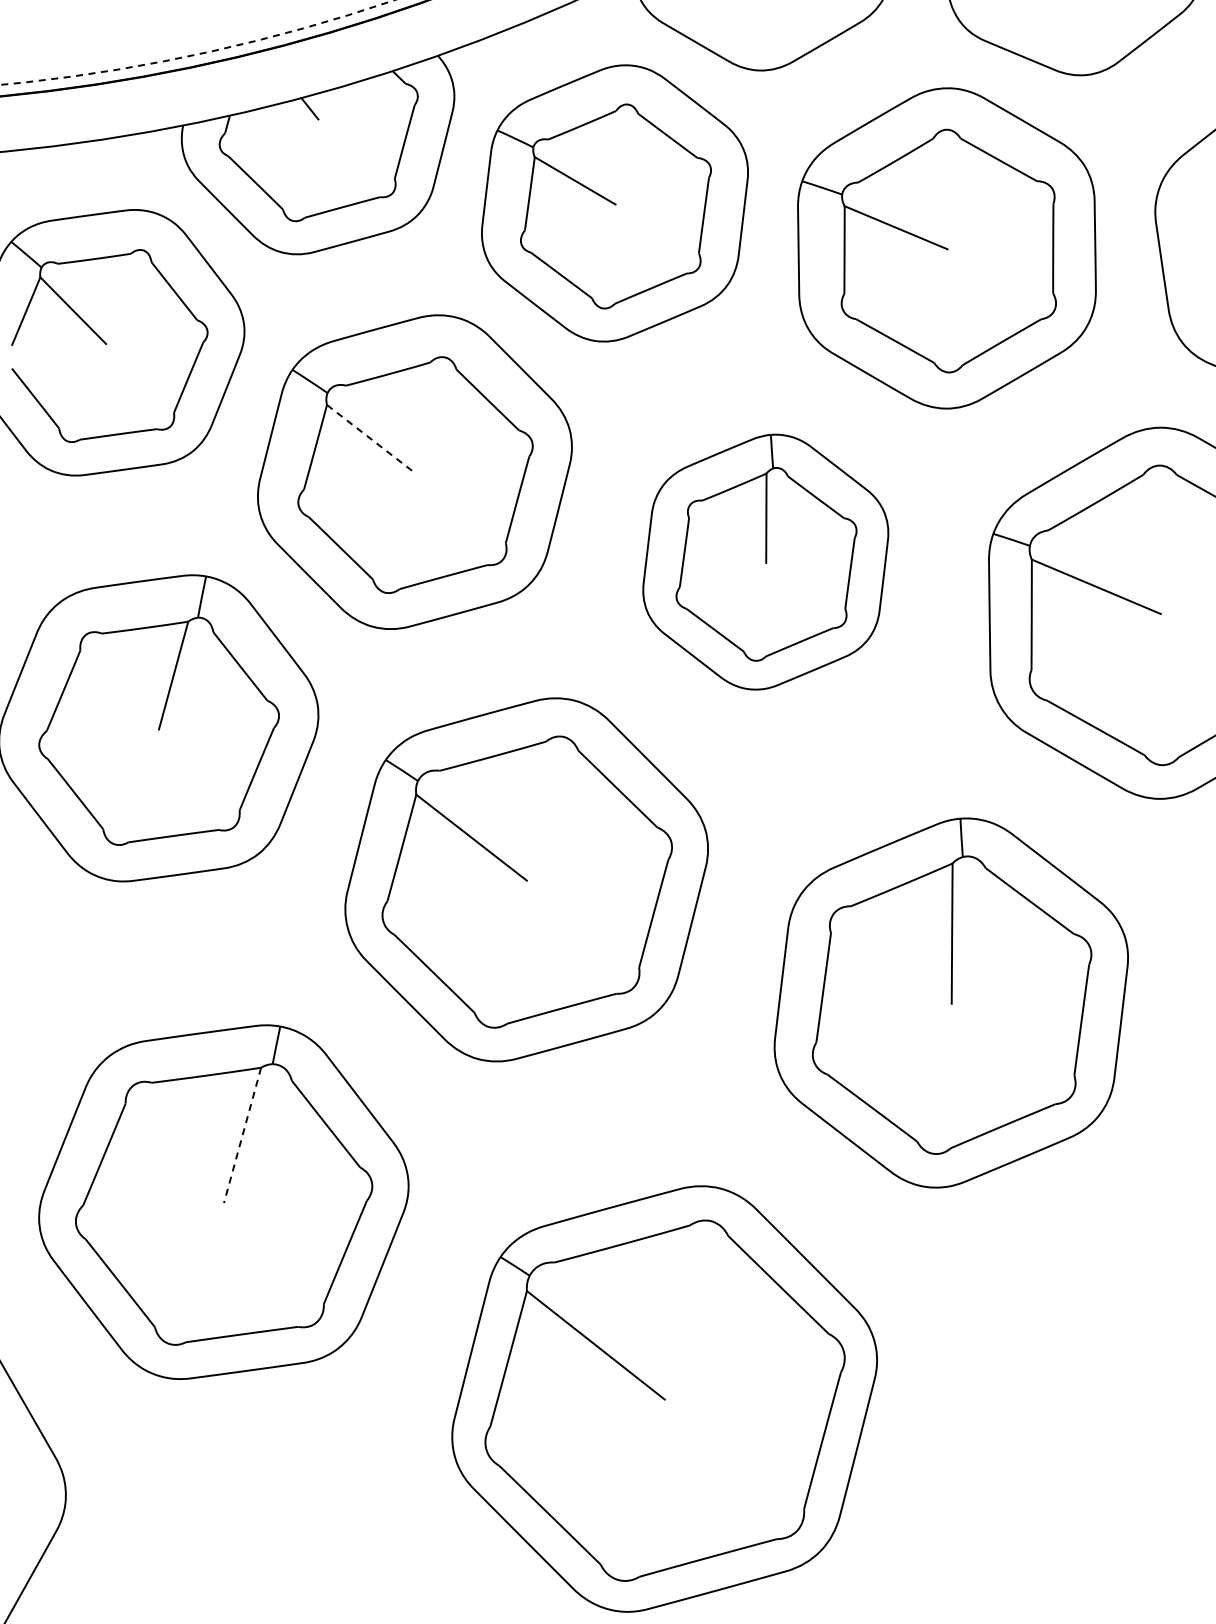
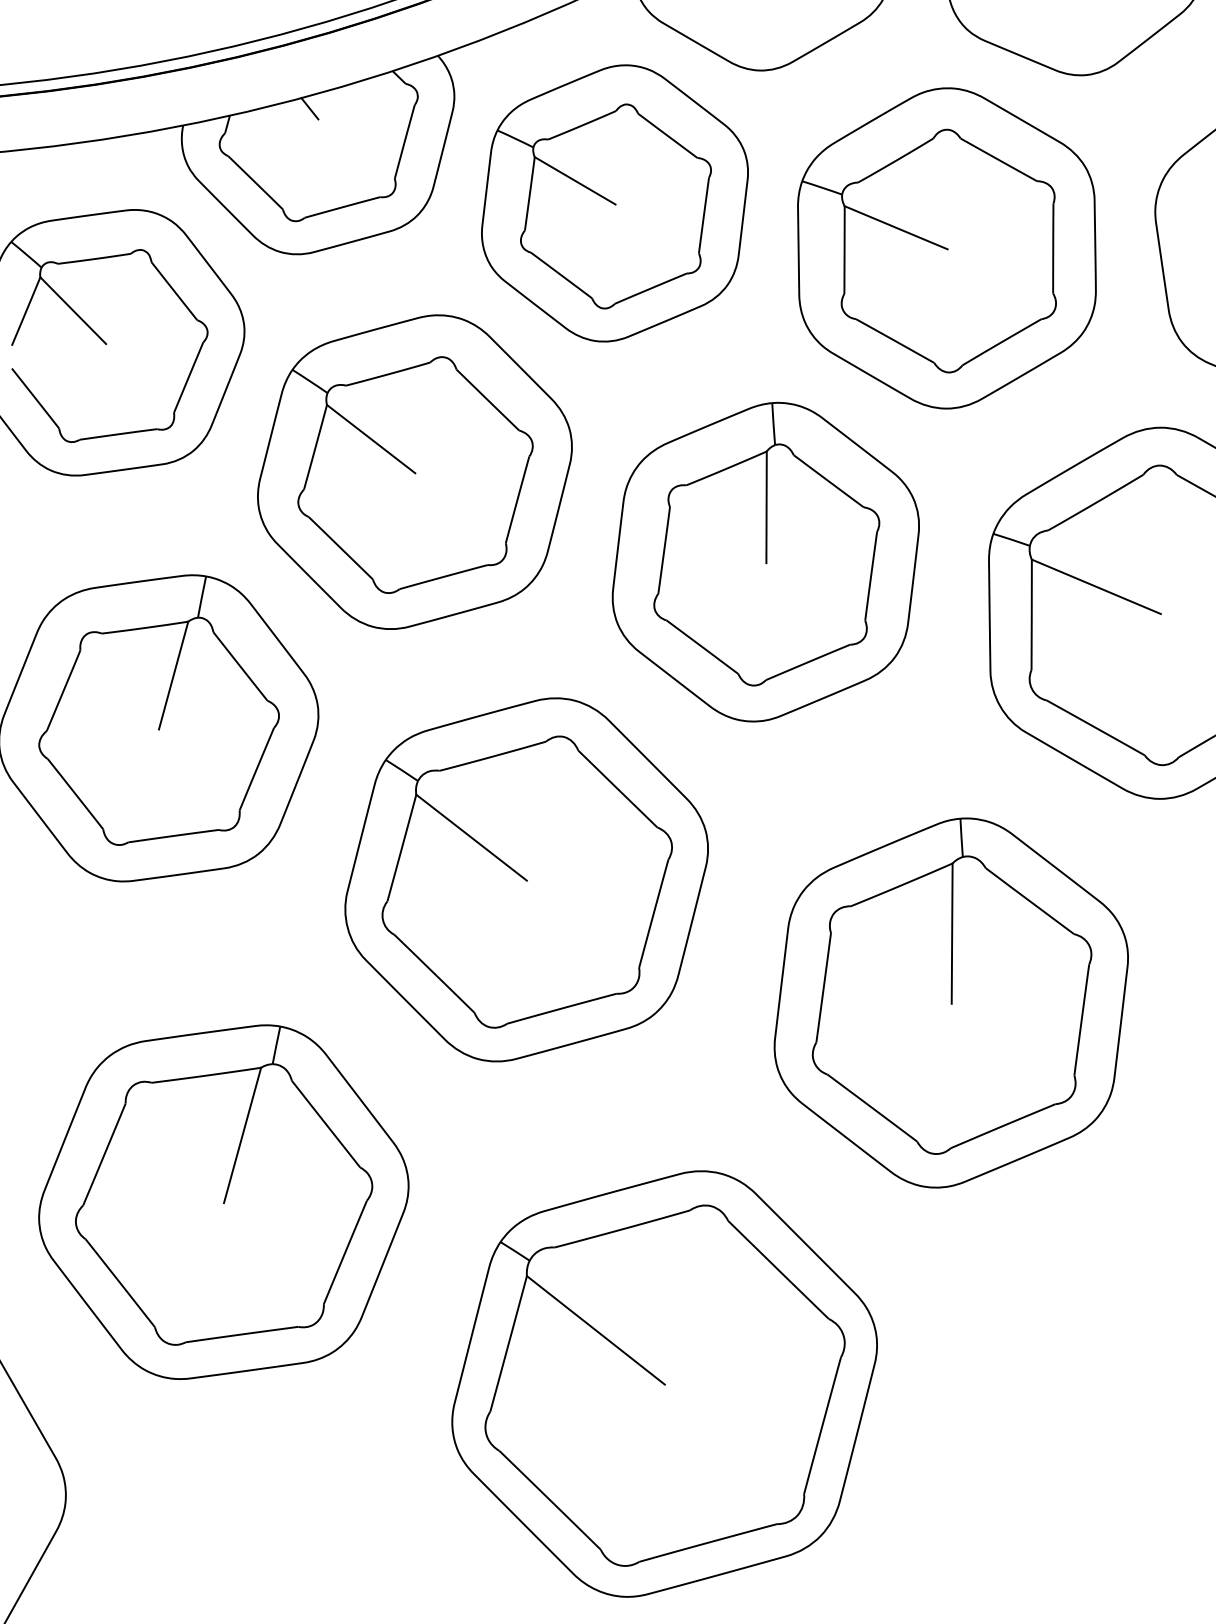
arc at (201, 53): dashed -> solid
line at (371, 439): dashed -> solid
part at (765, 561) size: 248x258 px -> 309x322 px
line at (242, 1135): dashed -> solid
part at (664, 1398) position: (664, 1398) -> (664, 1383)
